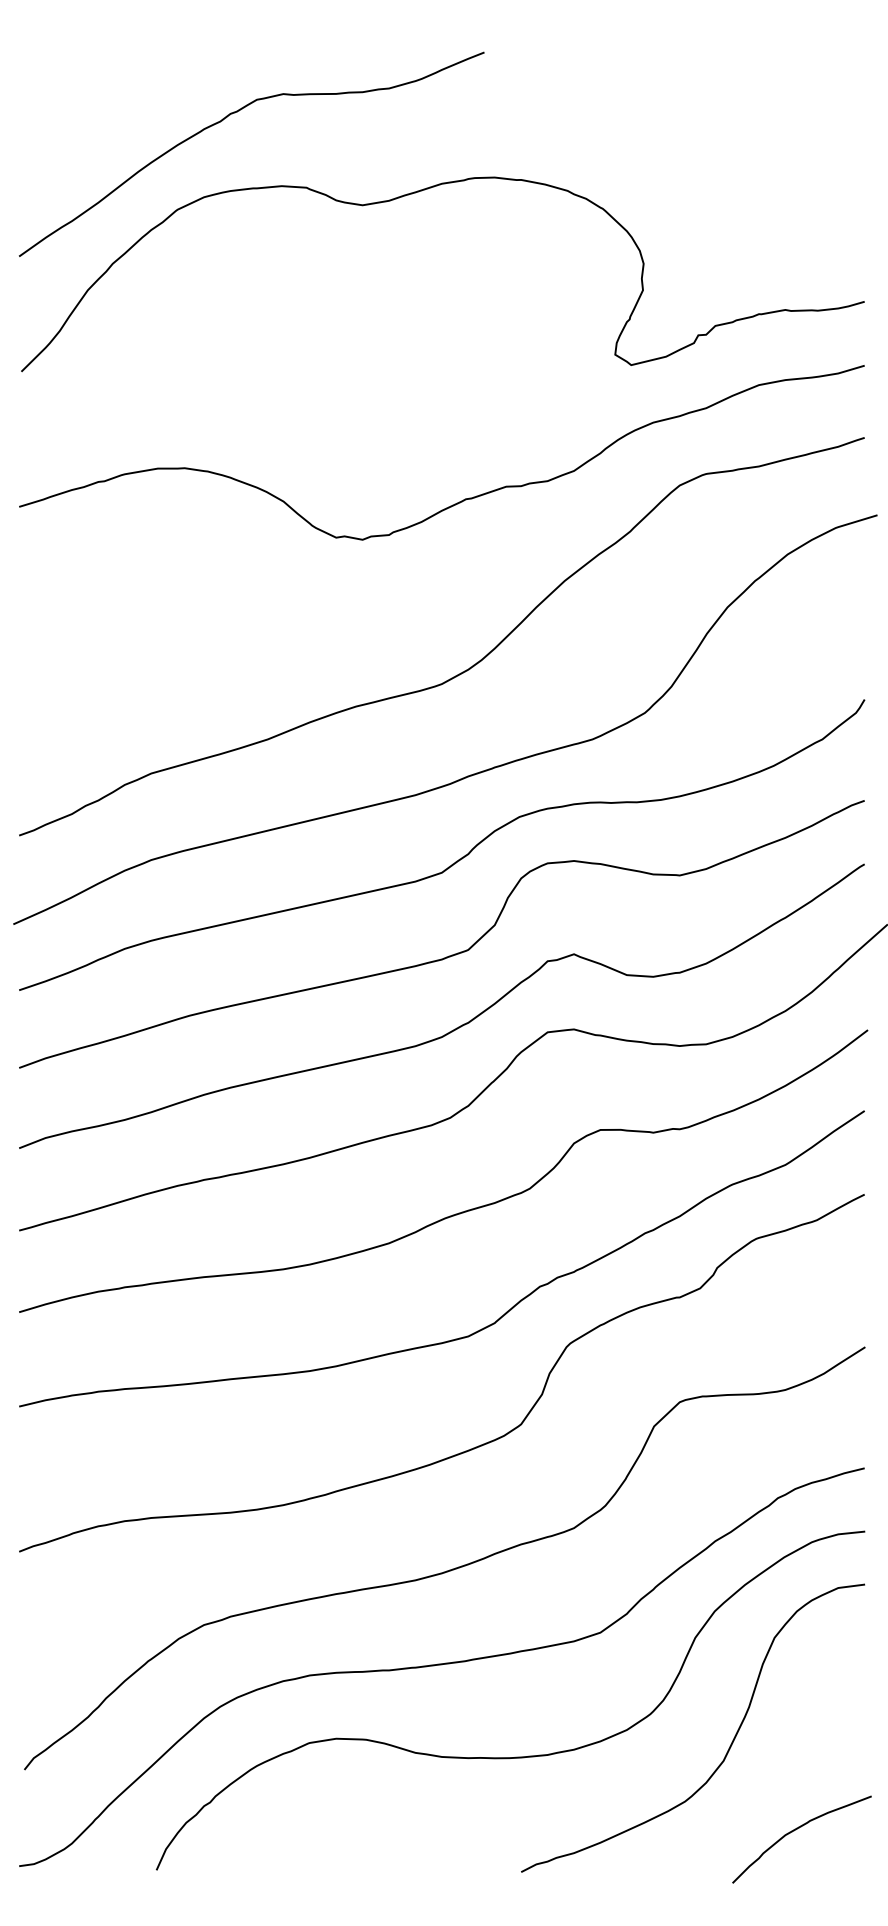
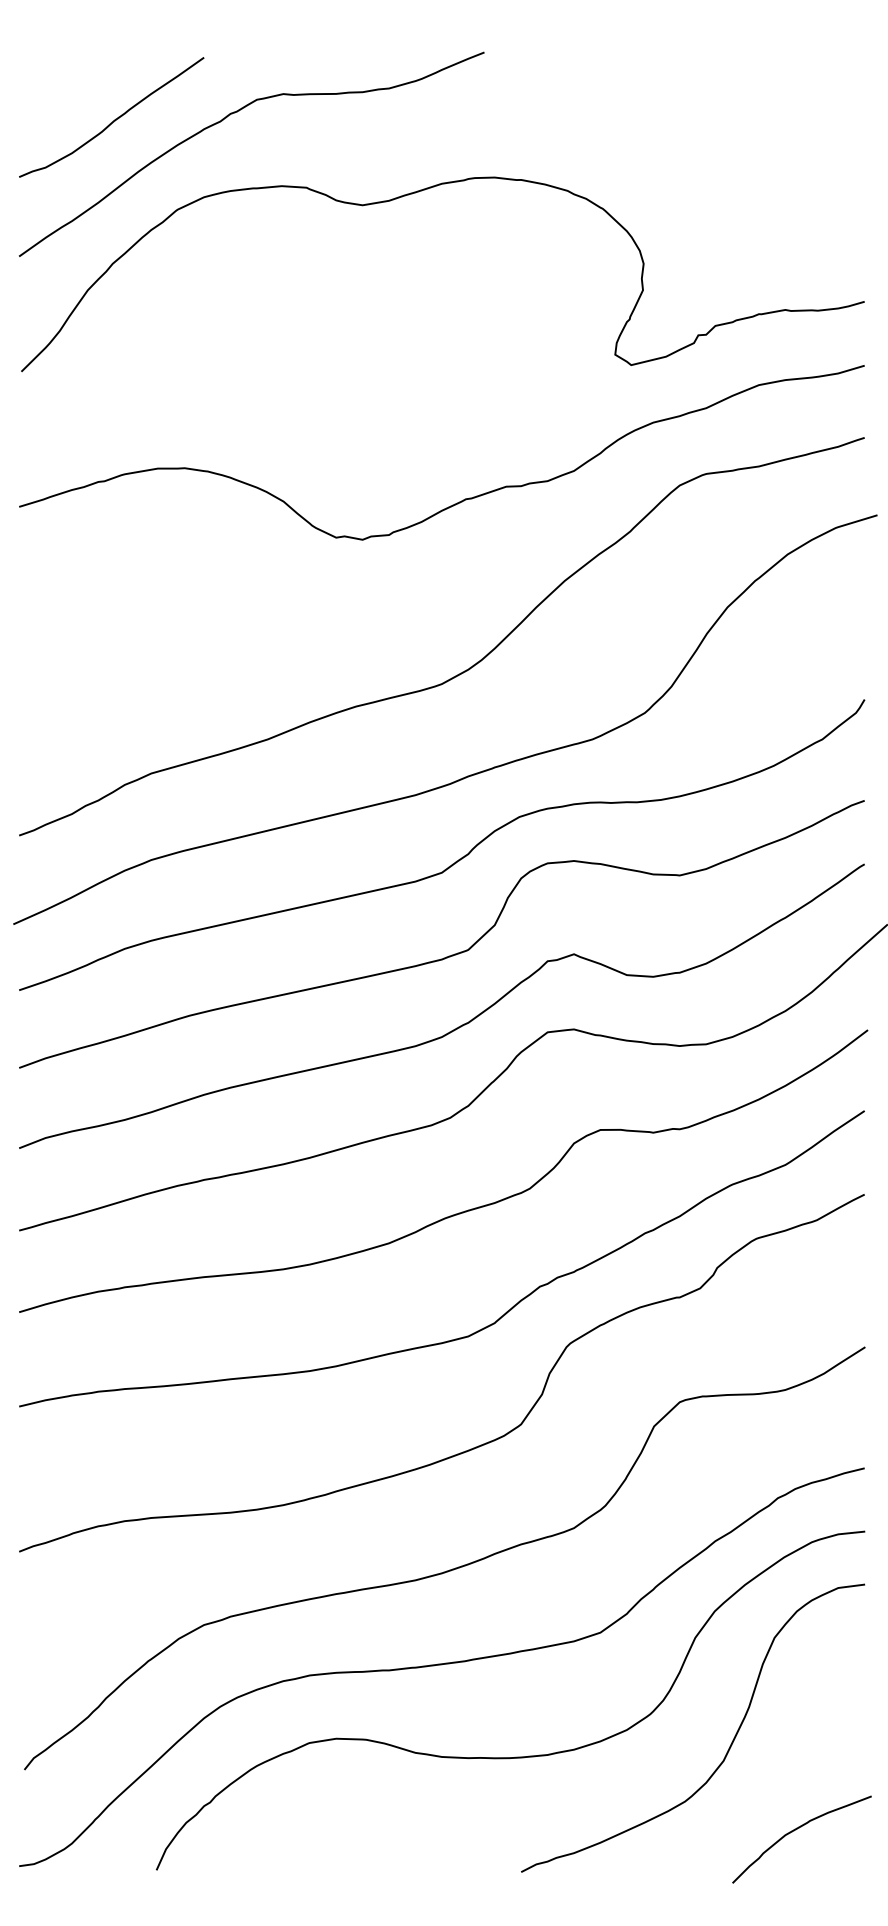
curve at (114, 119): none -> present
